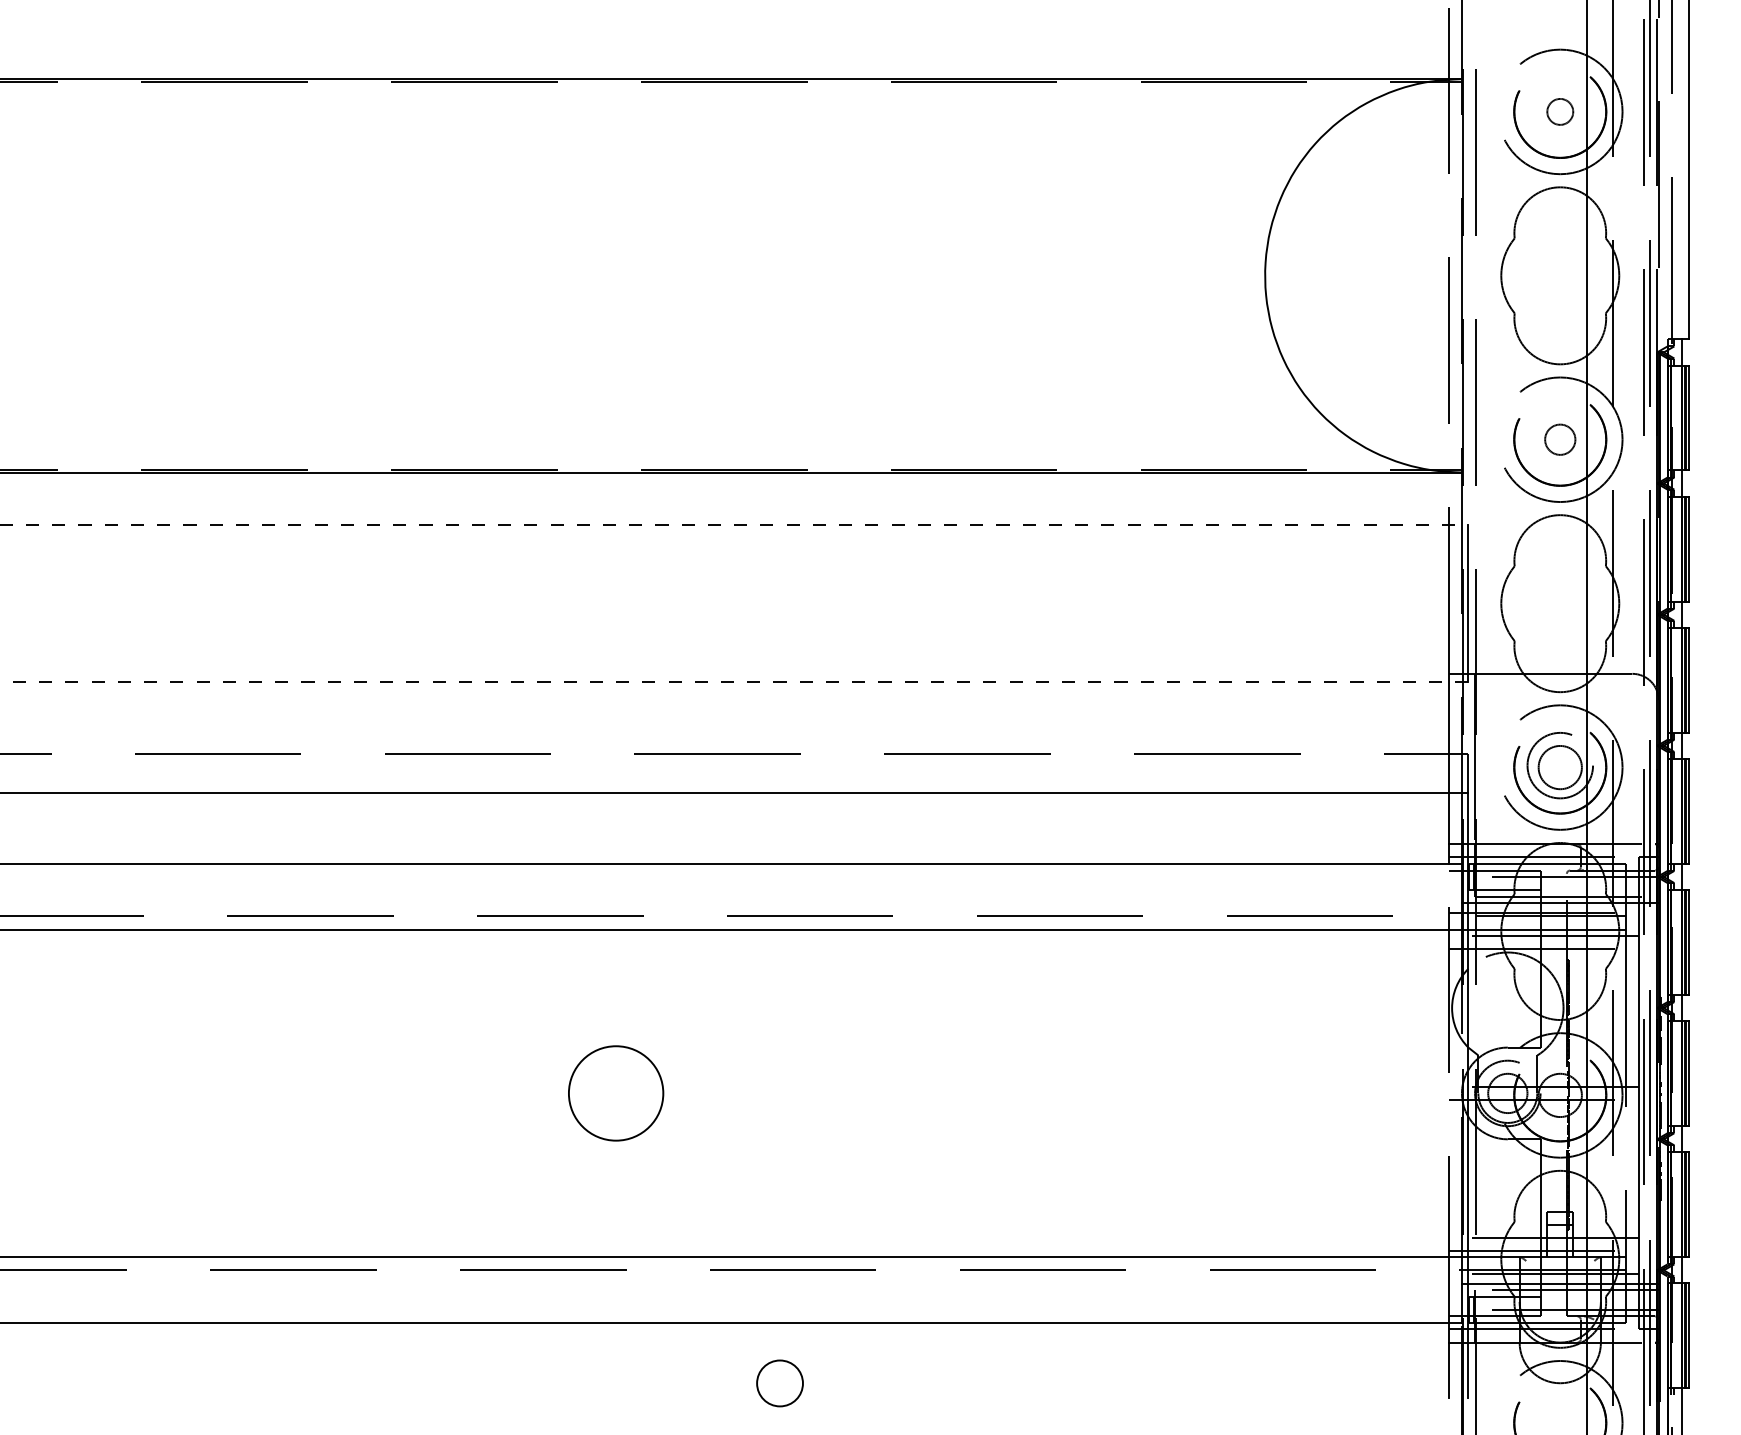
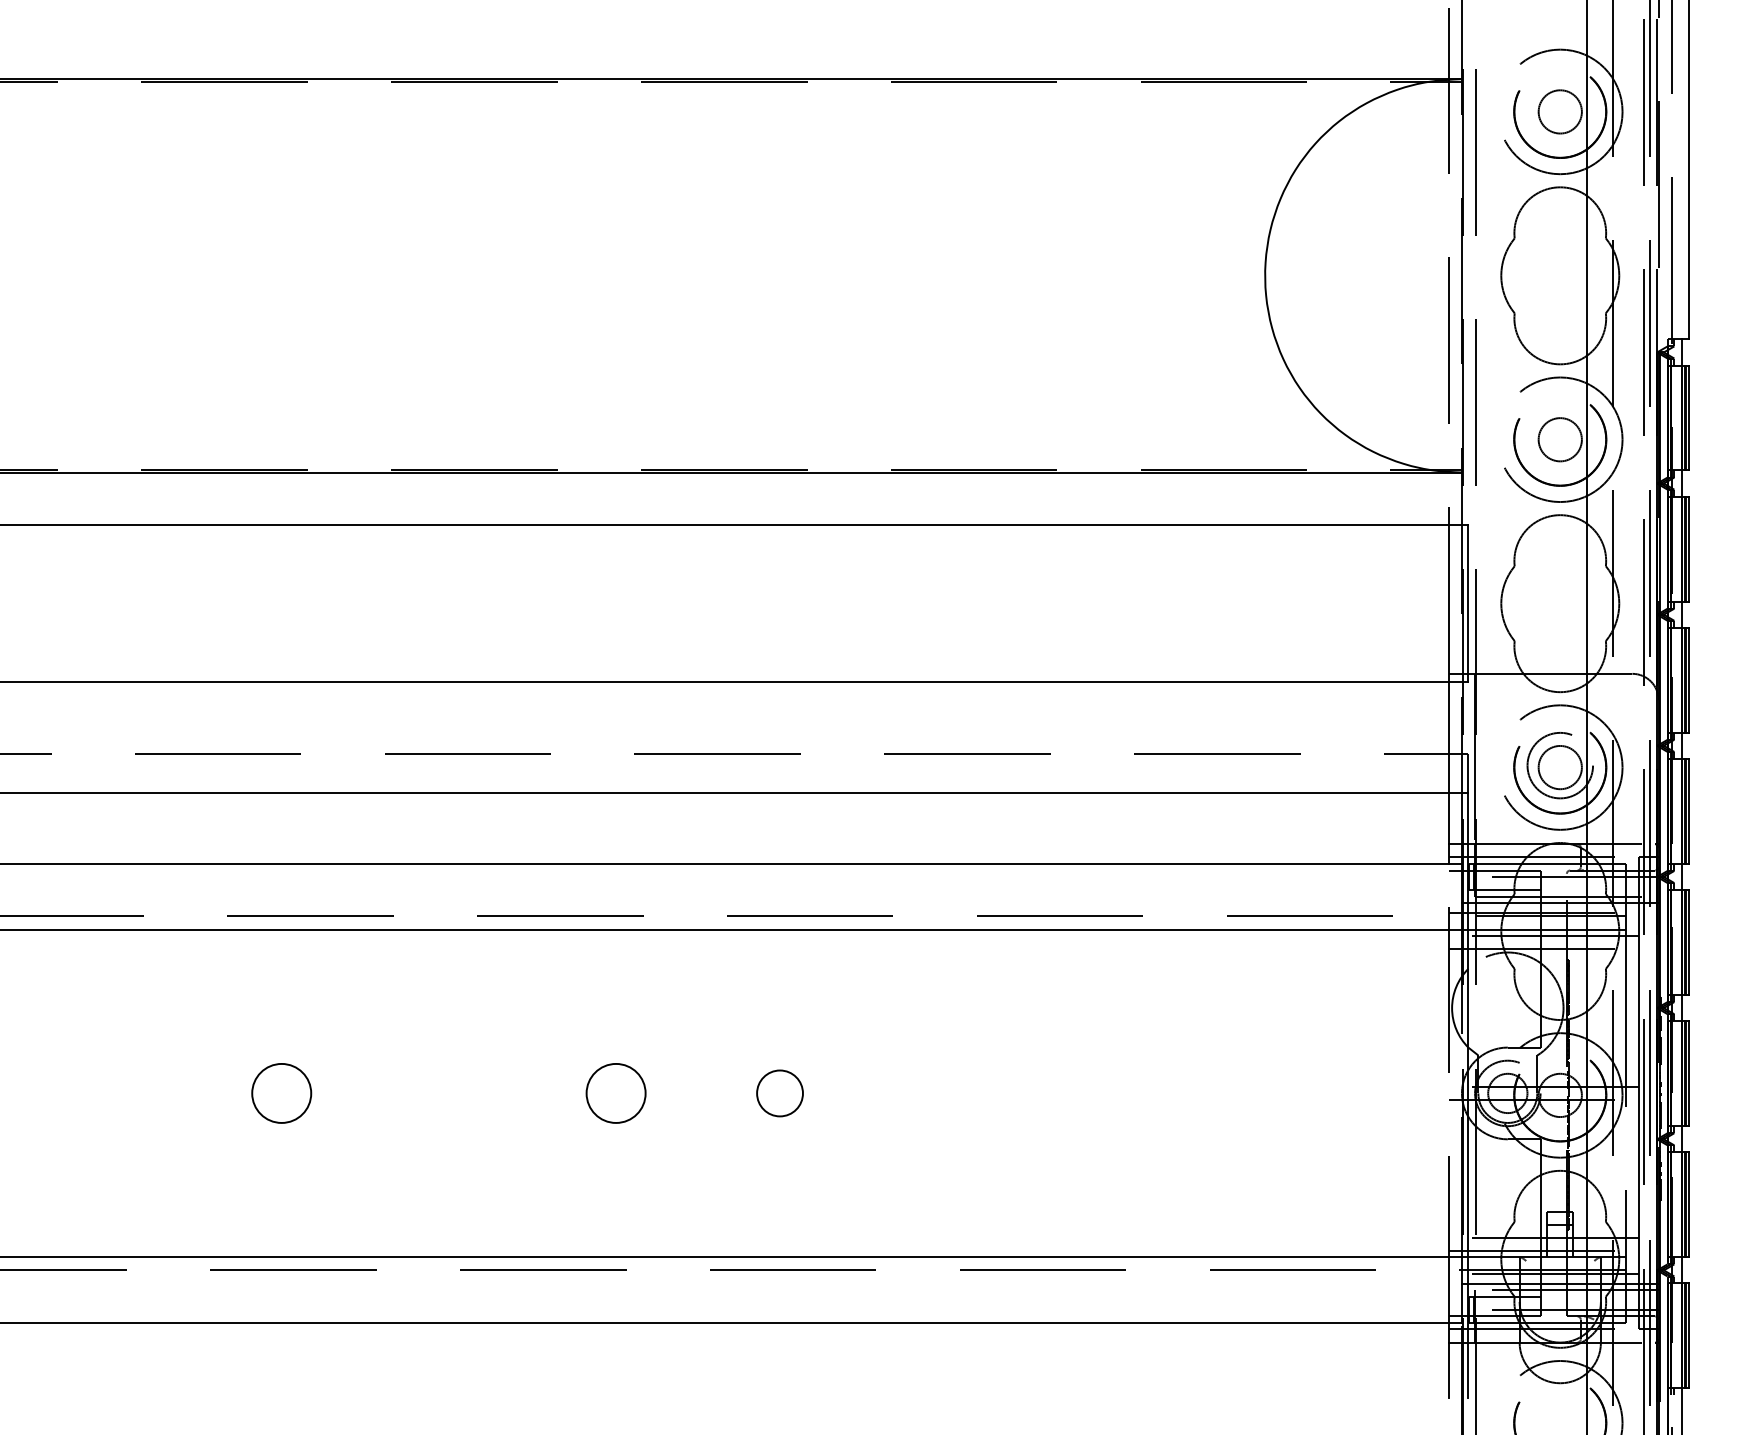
circle at (1560, 111) diameter: 26 px -> 43 px
circle at (1560, 439) diameter: 30 px -> 43 px
line at (734, 524): dashed -> solid
line at (734, 682): dashed -> solid
circle at (281, 1093): none -> present
circle at (615, 1093) diameter: 94 px -> 59 px
circle at (779, 1383) position: (779, 1383) -> (779, 1093)
